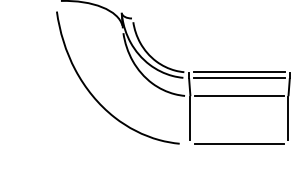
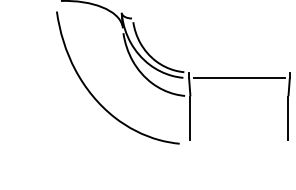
line at (239, 72): present -> none
line at (239, 96): present -> none
line at (239, 144): present -> none
